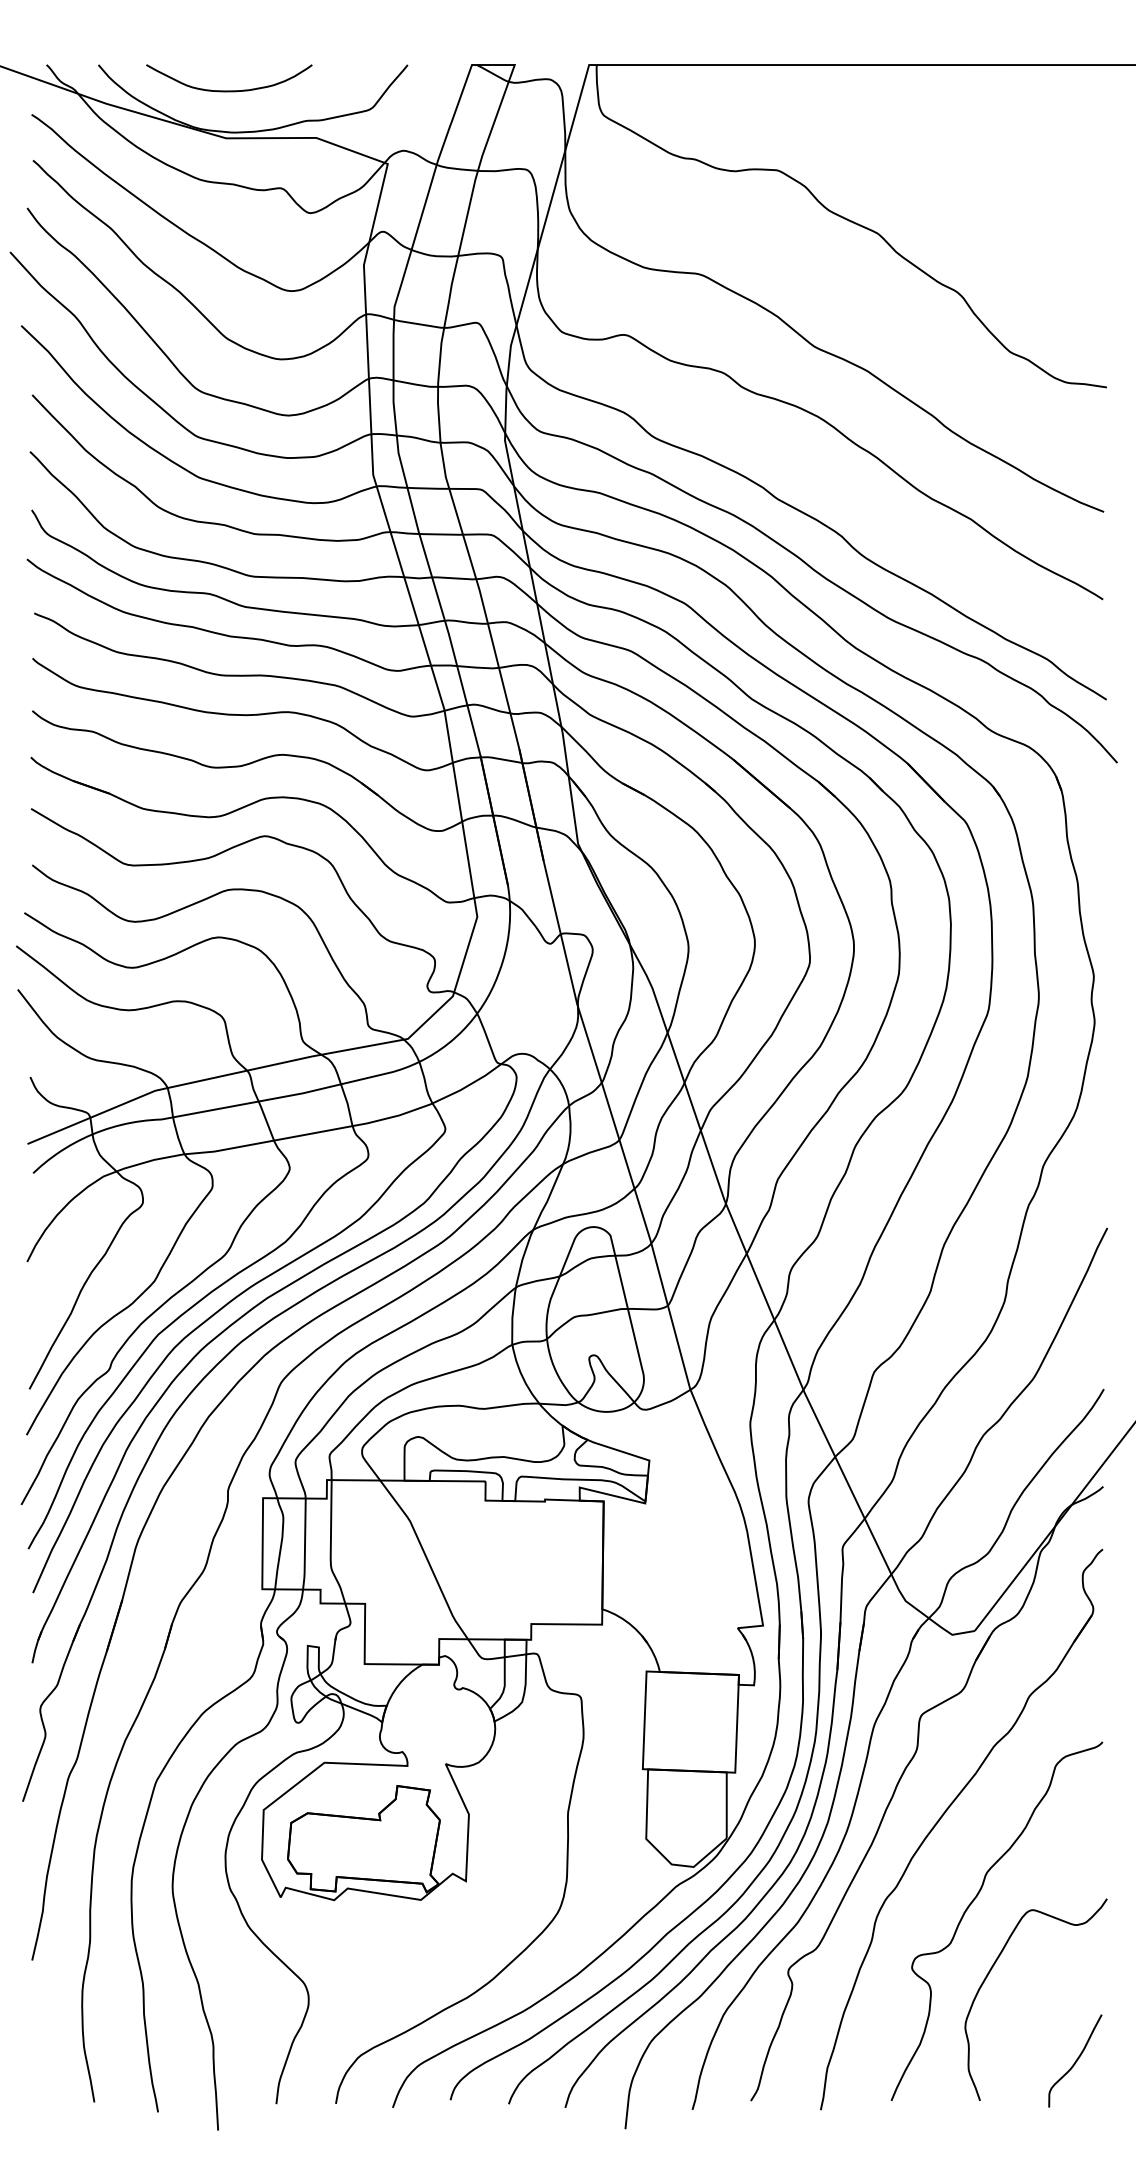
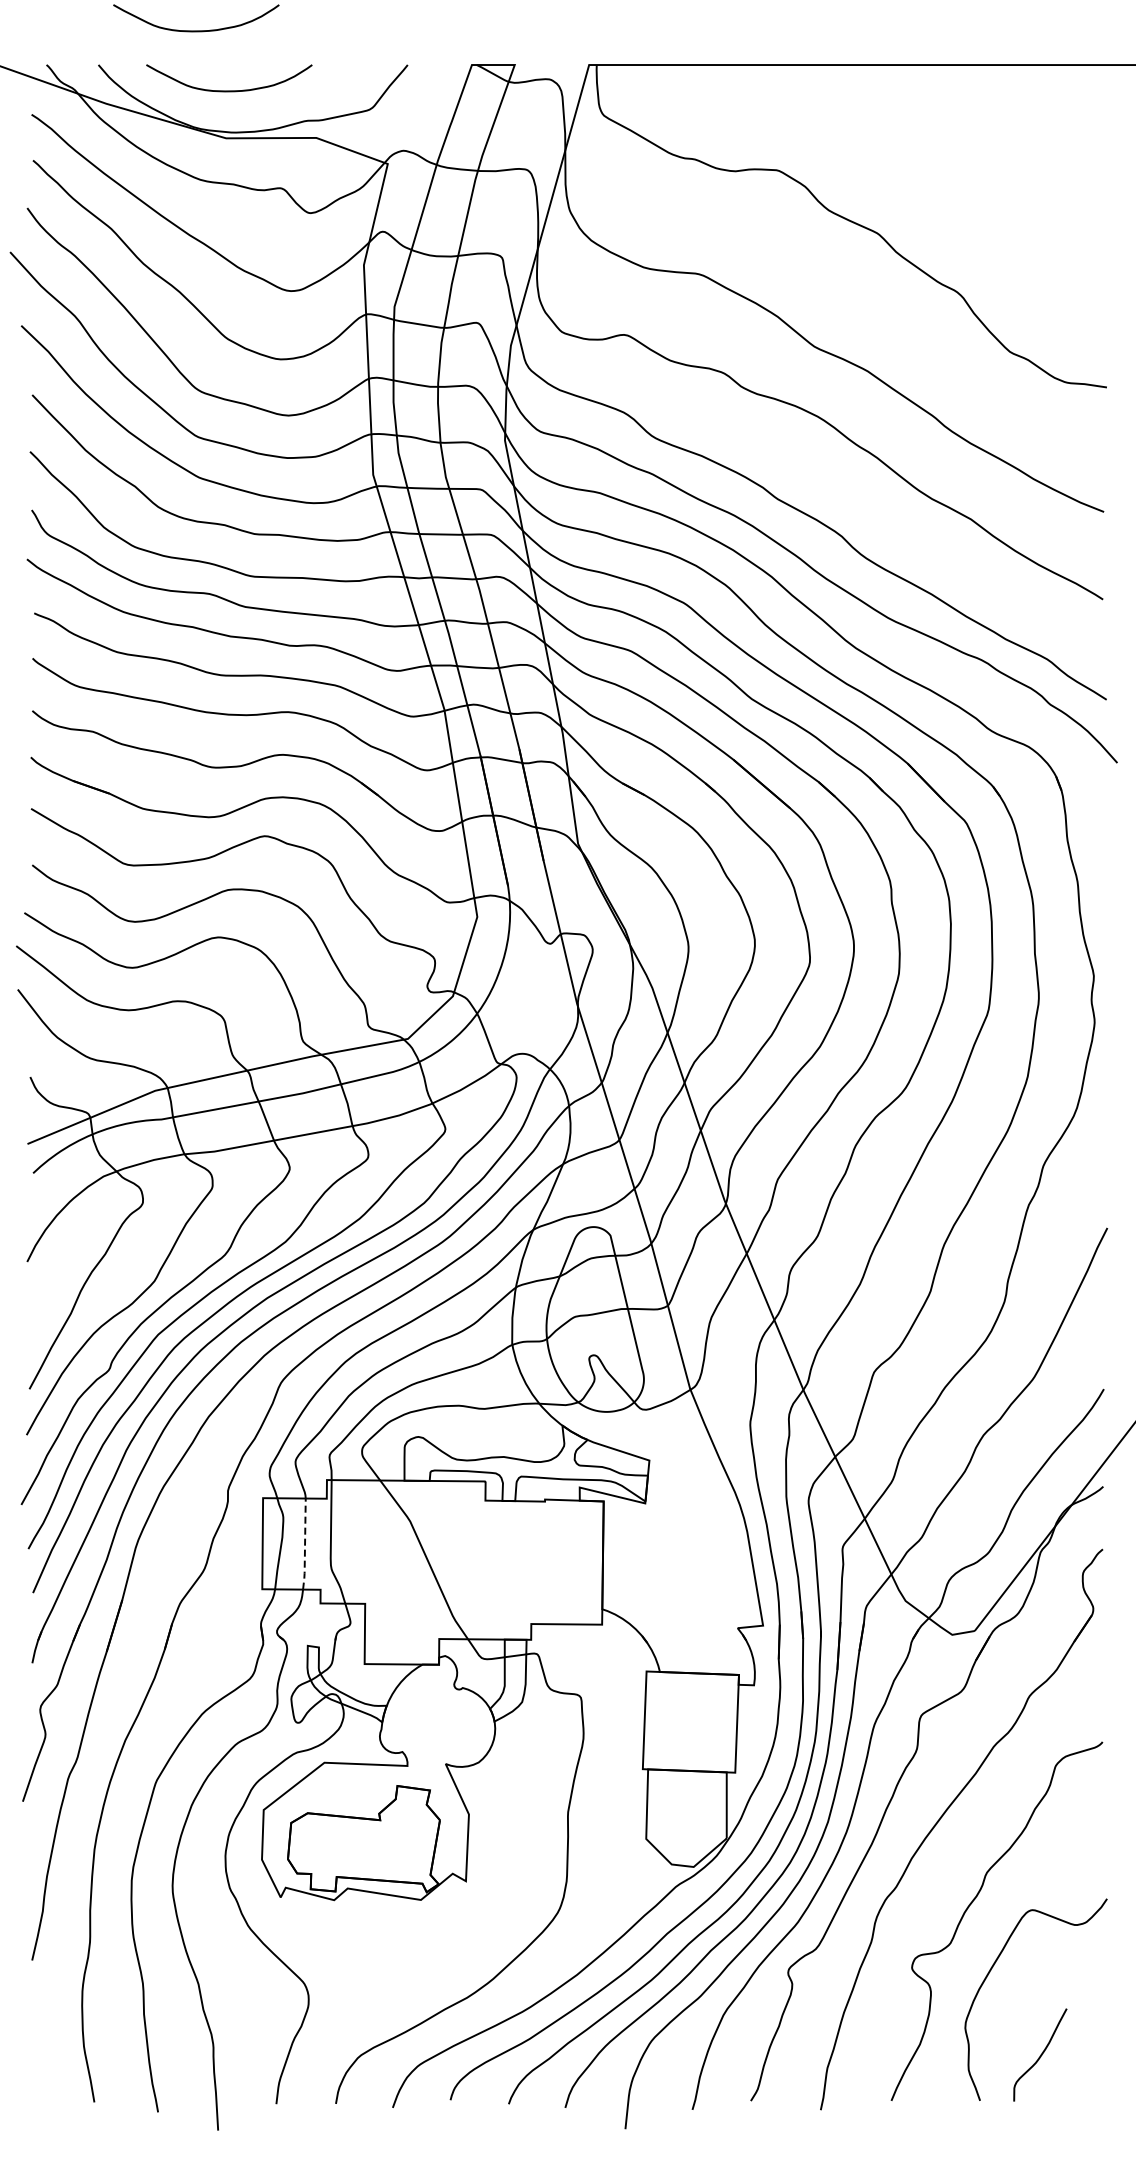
curve at (196, 30): none -> present
line at (305, 1545): solid -> dashed
curve at (1075, 2060) position: (1075, 2060) -> (1040, 2054)
